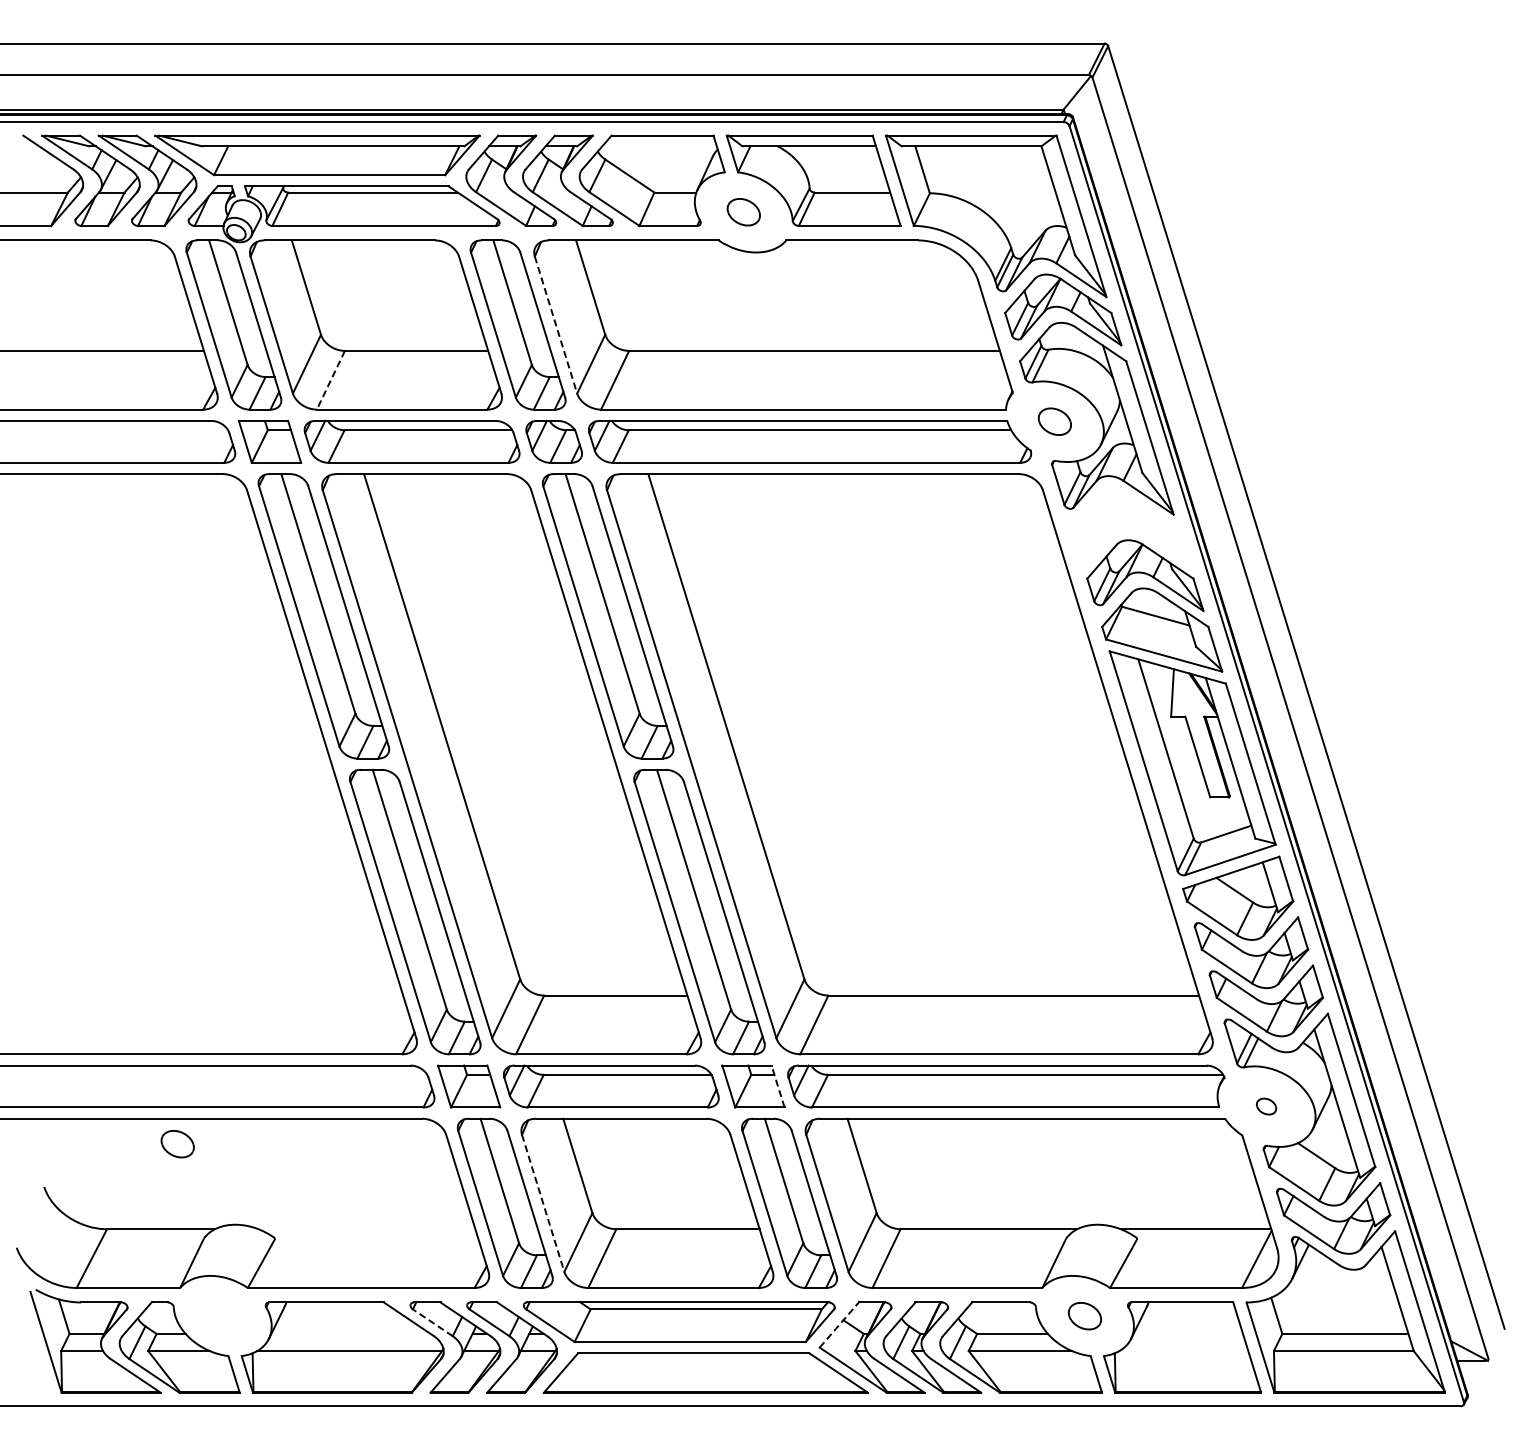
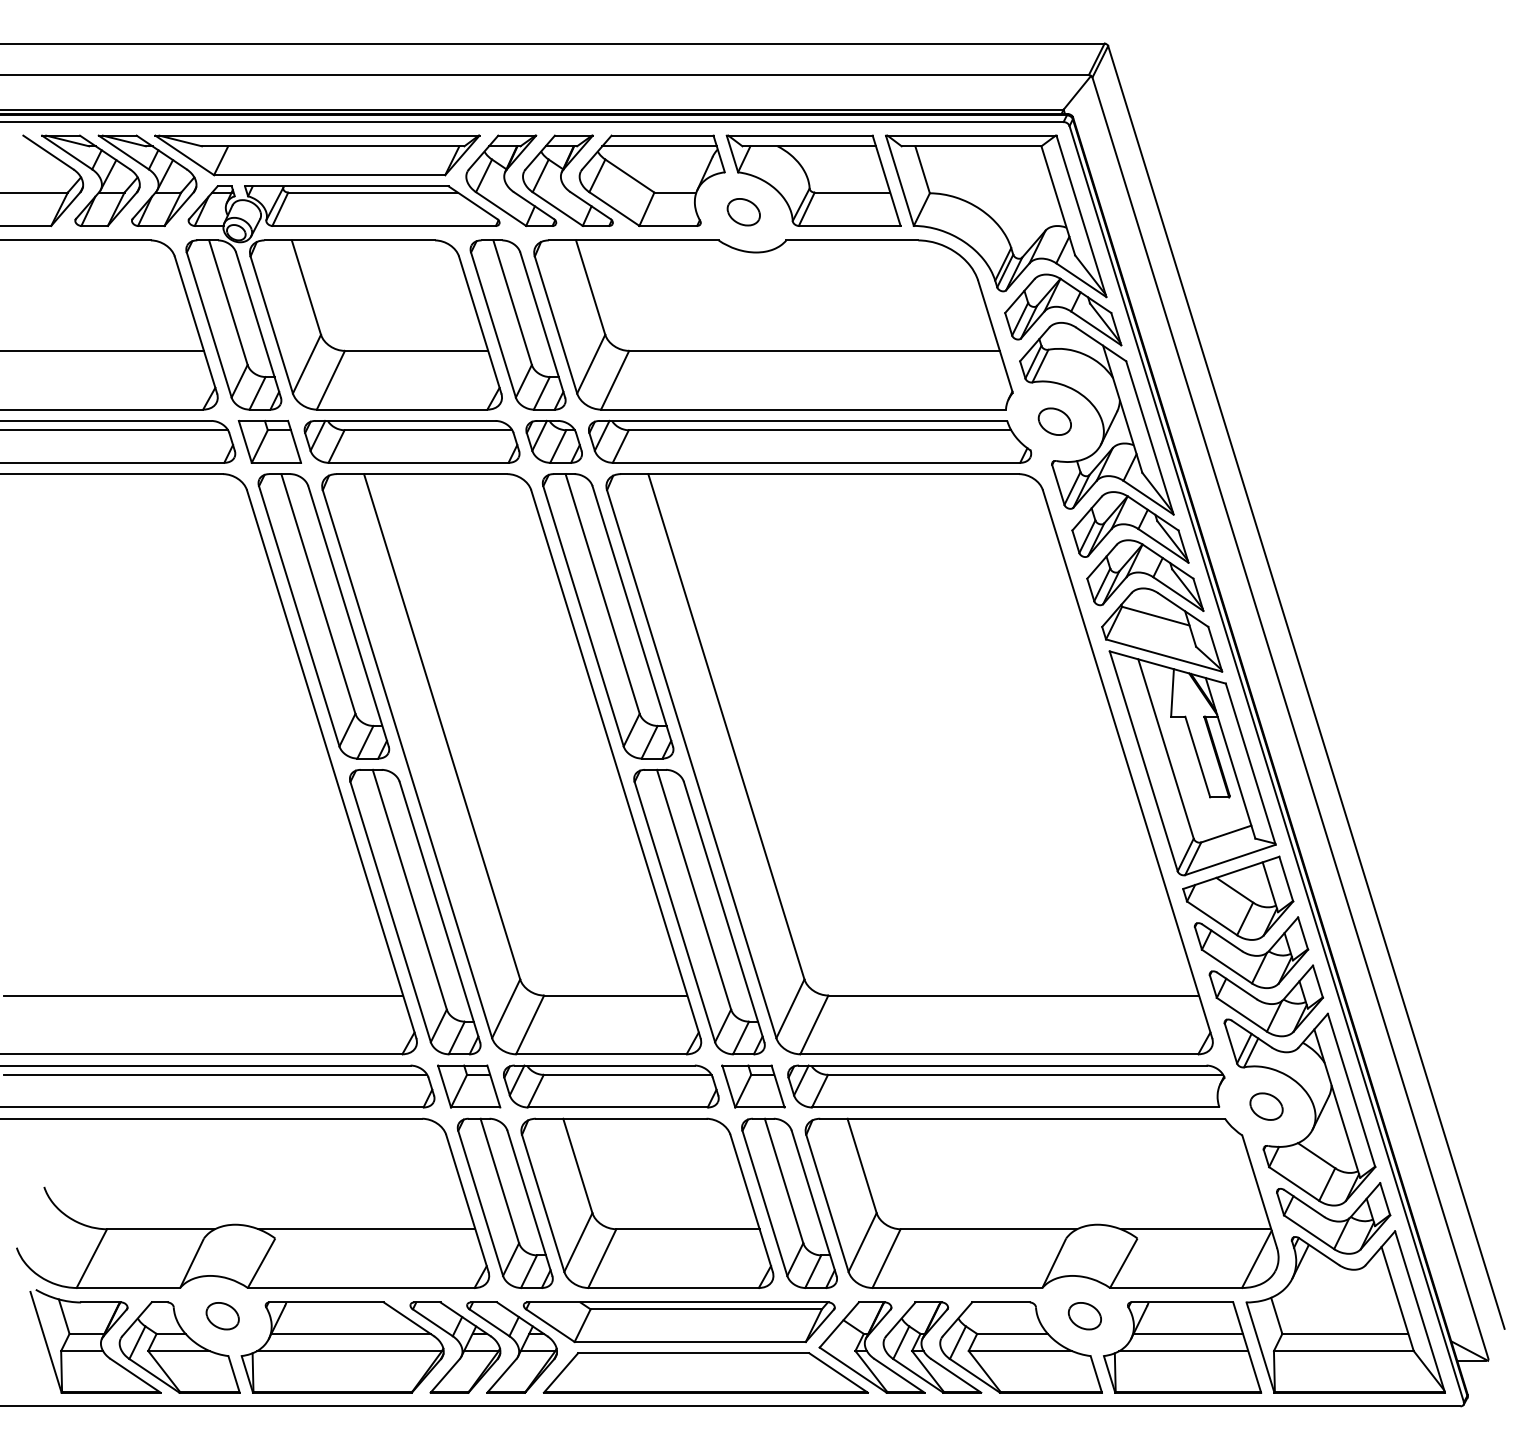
line at (659, 146): none -> present
line at (556, 325): dashed -> solid
line at (330, 380): dashed -> solid
line at (115, 430): none -> present
part at (1130, 527): none -> present
line at (203, 995): none -> present
line at (215, 1074): none -> present
line at (778, 1086): dashed -> solid
part at (1266, 1106) size: 22x19 px -> 35x29 px
part at (177, 1144) position: (177, 1144) -> (222, 1316)
line at (543, 1203): dashed -> solid
line at (366, 1229): none -> present
line at (432, 1322): dashed -> solid
line at (839, 1325): dashed -> solid
line at (350, 1333): none -> present
line at (1187, 1333): none -> present
line at (1183, 1351): none -> present
